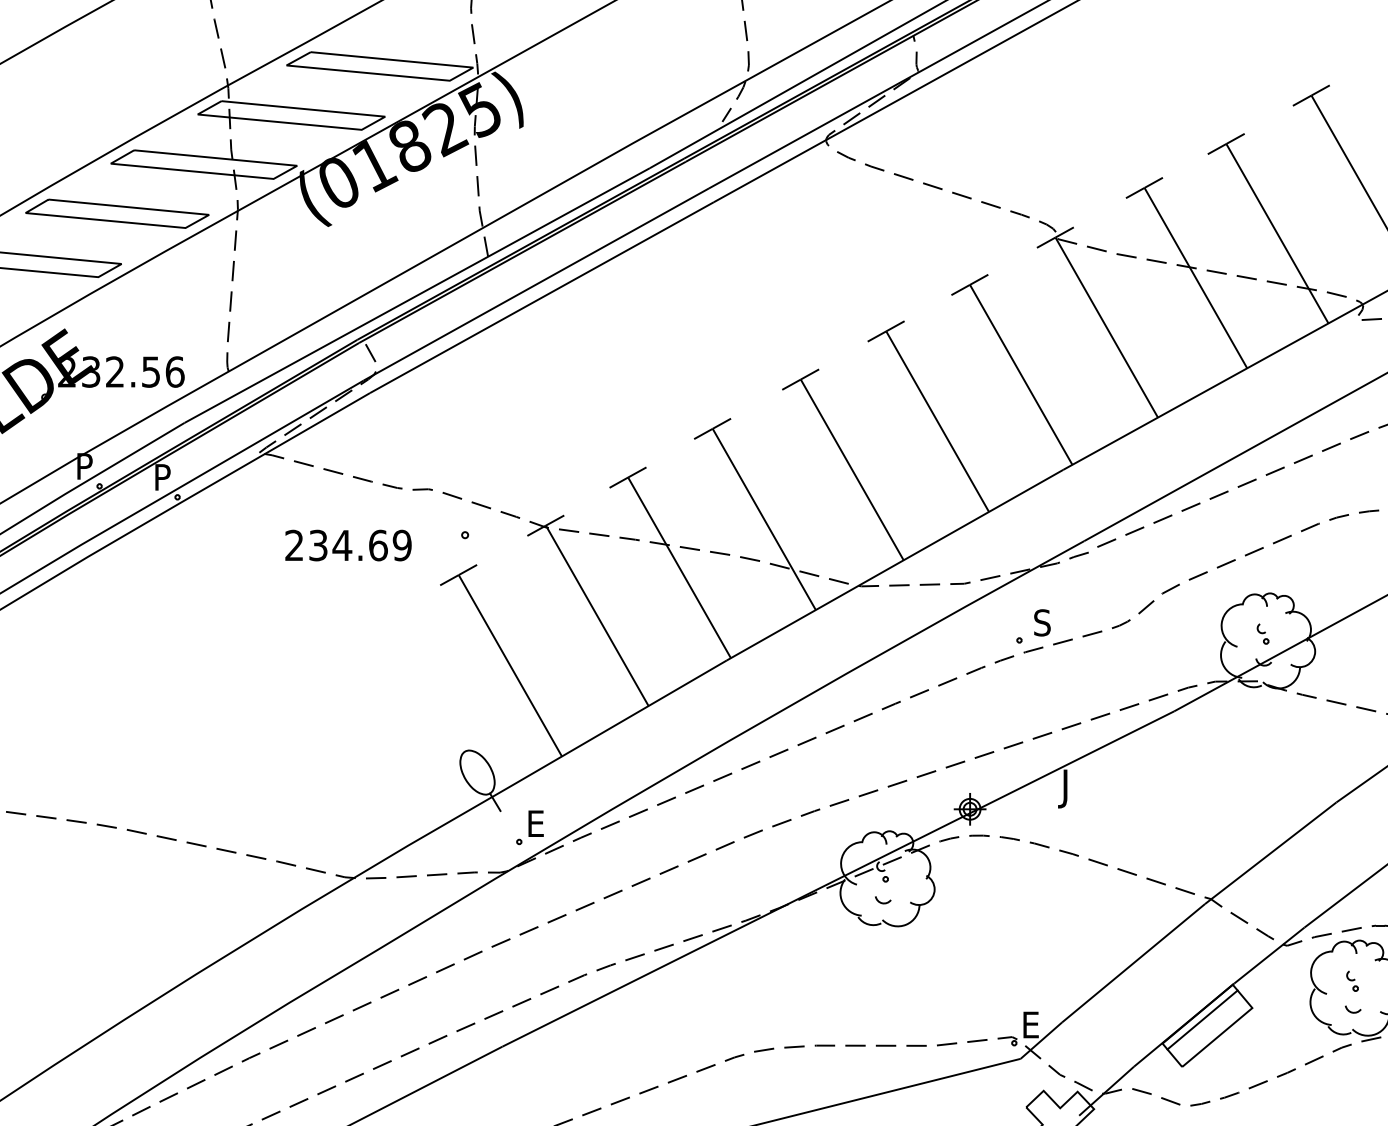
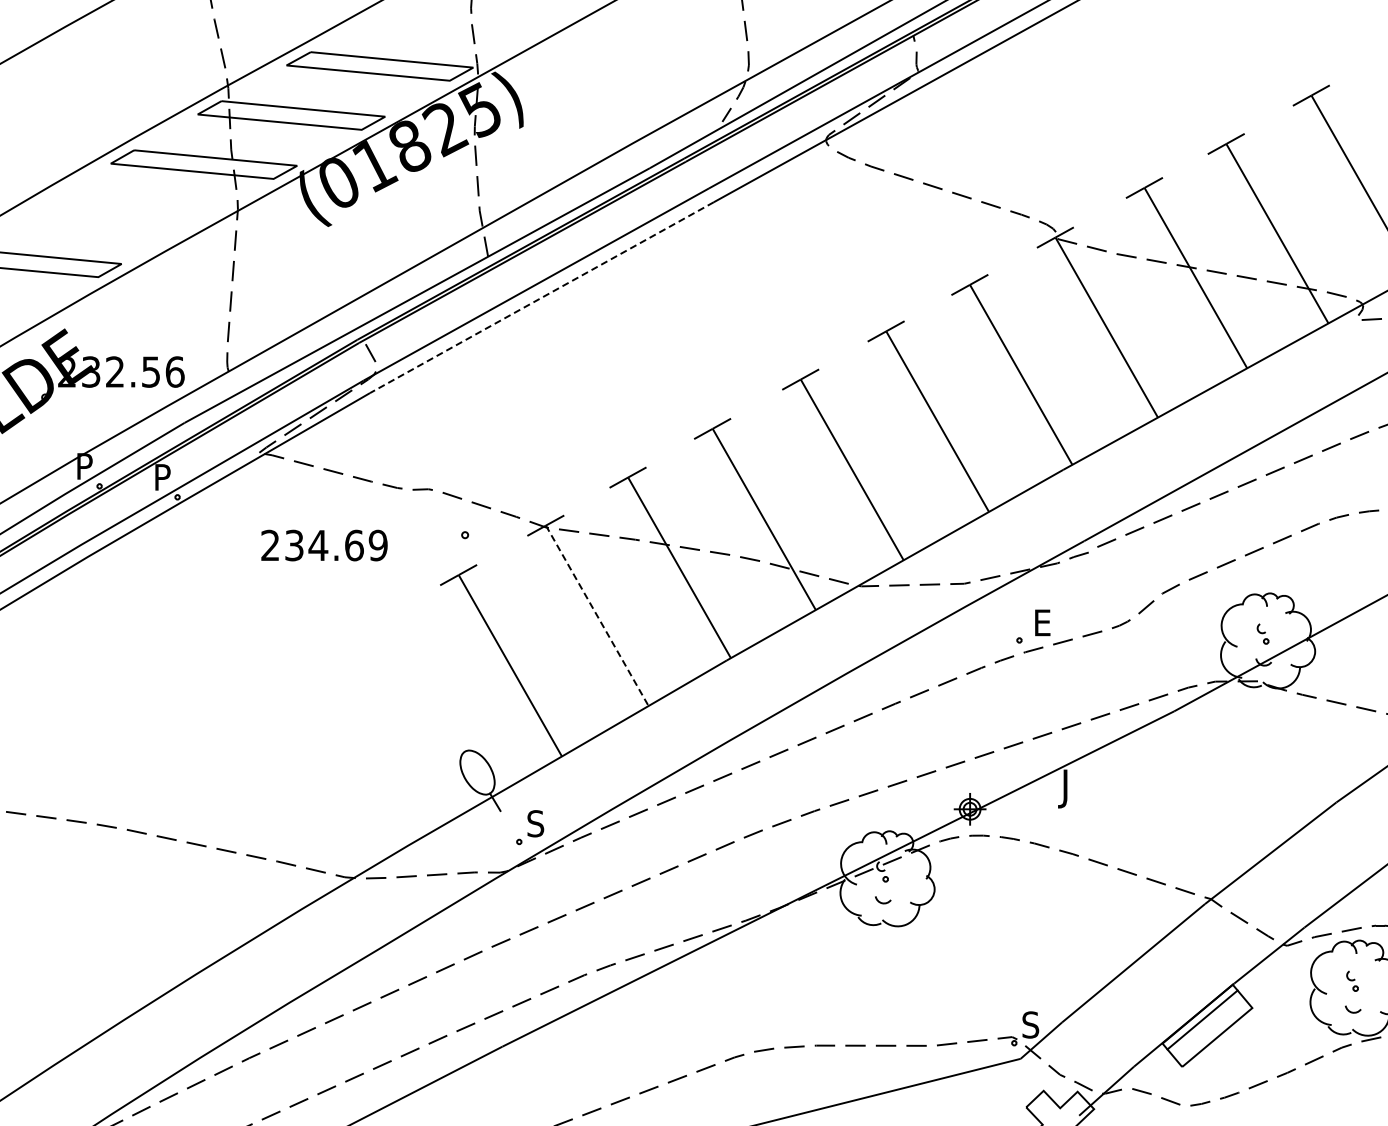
part at (117, 213): present -> none
line at (541, 297): solid -> dashed
text at (348, 545) position: (348, 545) -> (324, 545)
line at (597, 615): solid -> dashed
text at (1042, 622): S -> E
text at (535, 823): E -> S
text at (1030, 1024): E -> S
